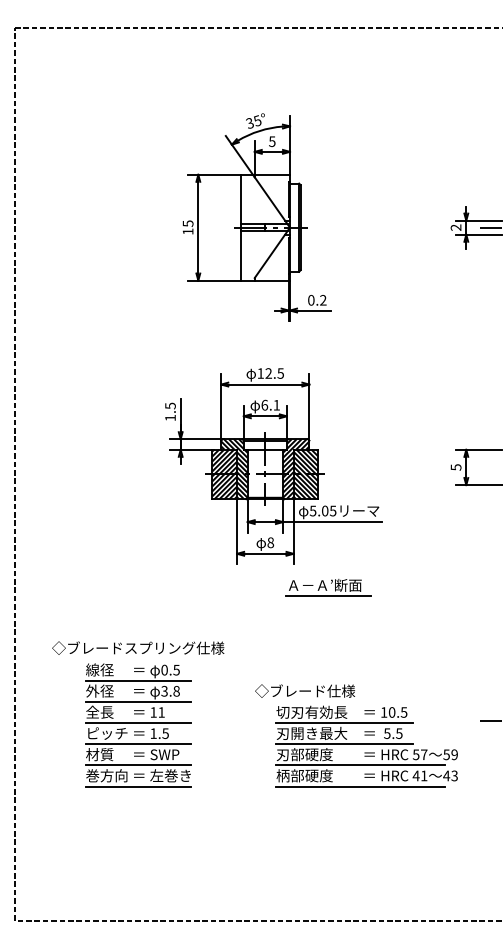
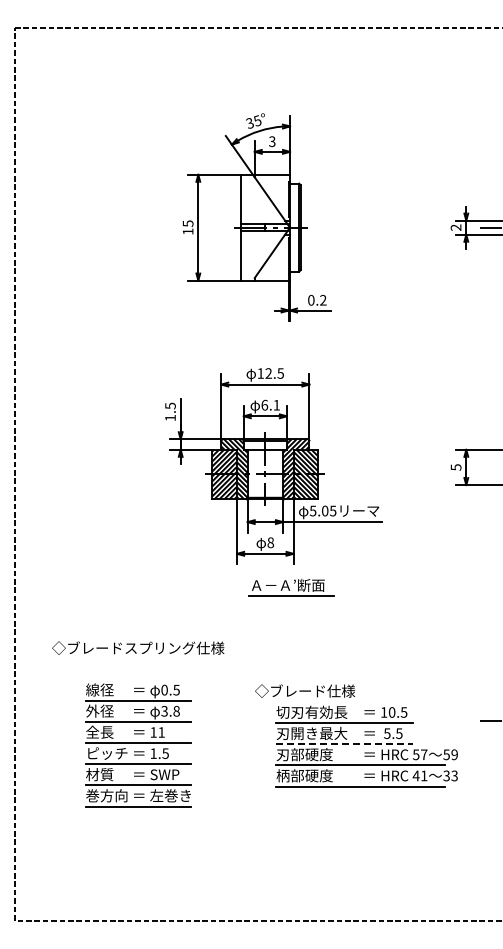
text at (272, 141): 5 -> 3
part at (328, 587) position: (328, 587) -> (291, 587)
part at (138, 725) position: (138, 725) -> (138, 745)
line at (344, 744): solid -> dashed
text at (446, 775): 43 -> 33
